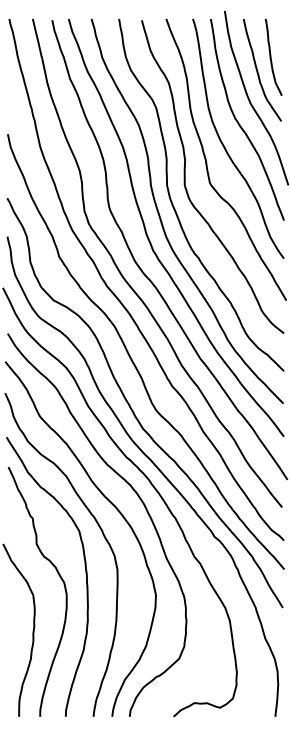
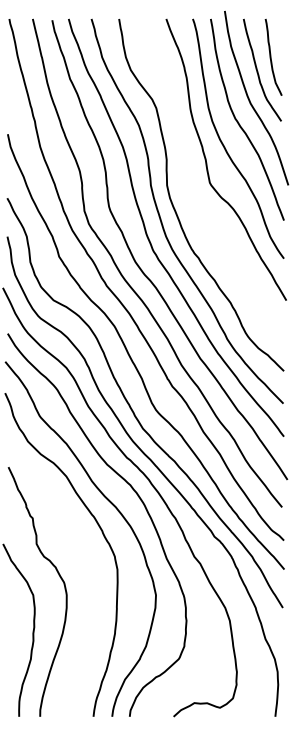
curve at (185, 176): present -> none
curve at (85, 574): present -> none
